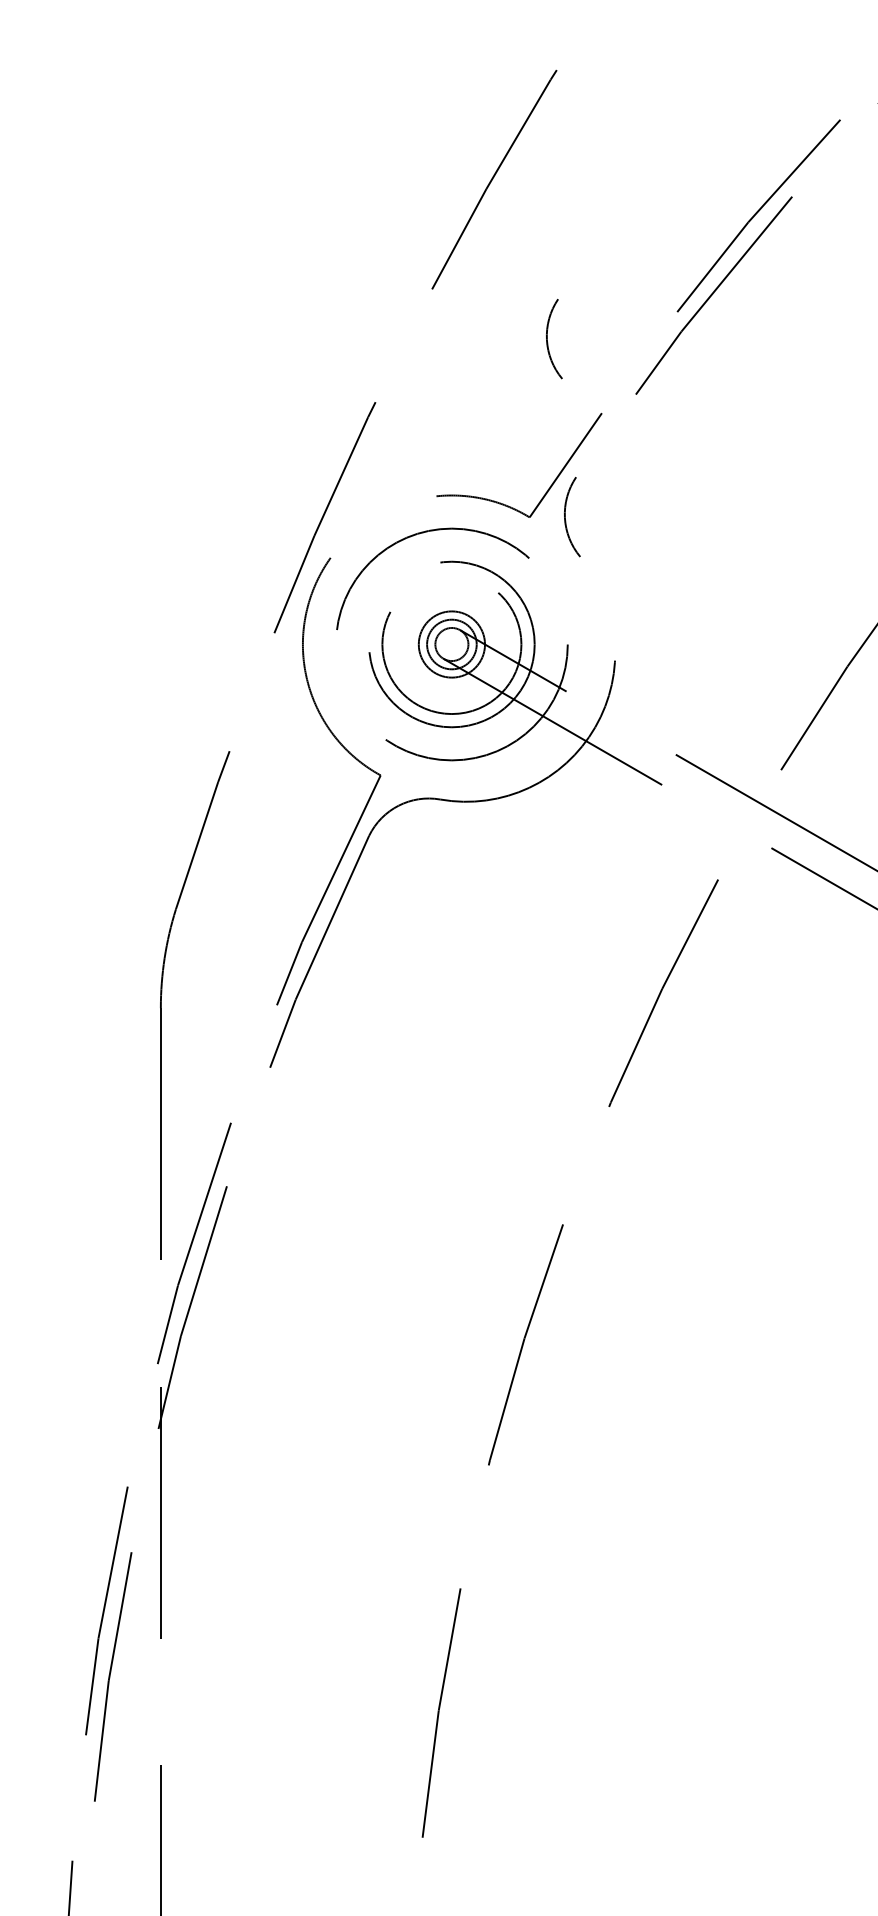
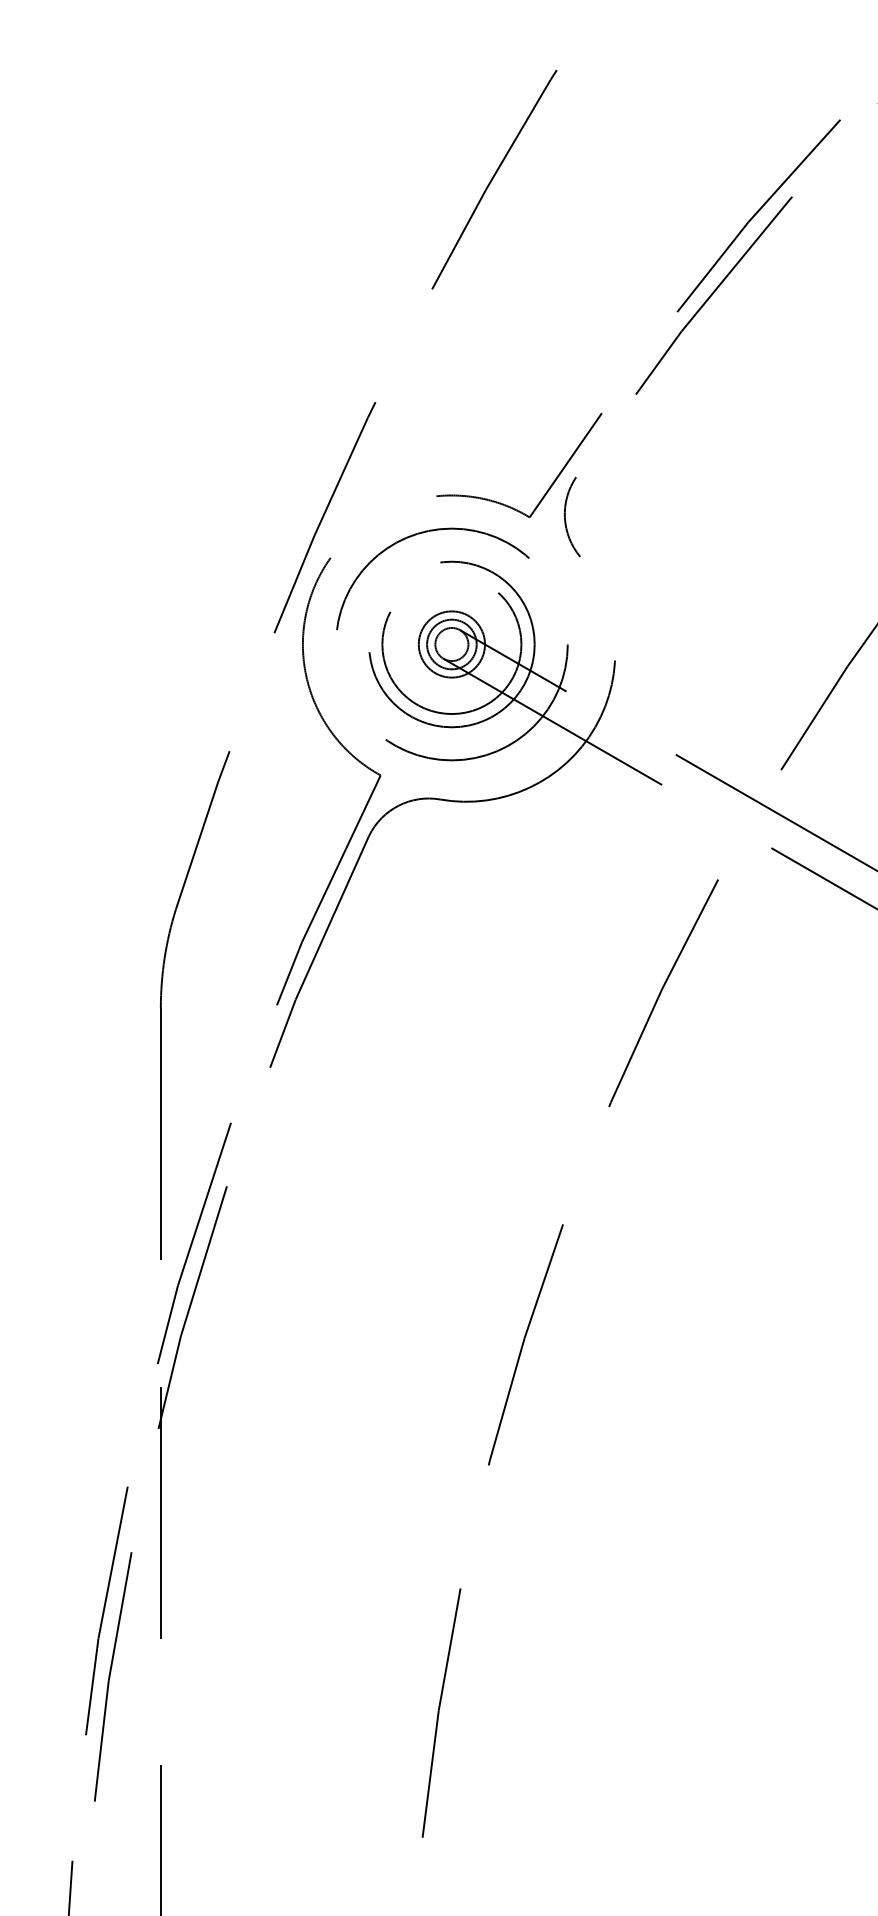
arc at (548, 342): present -> none
